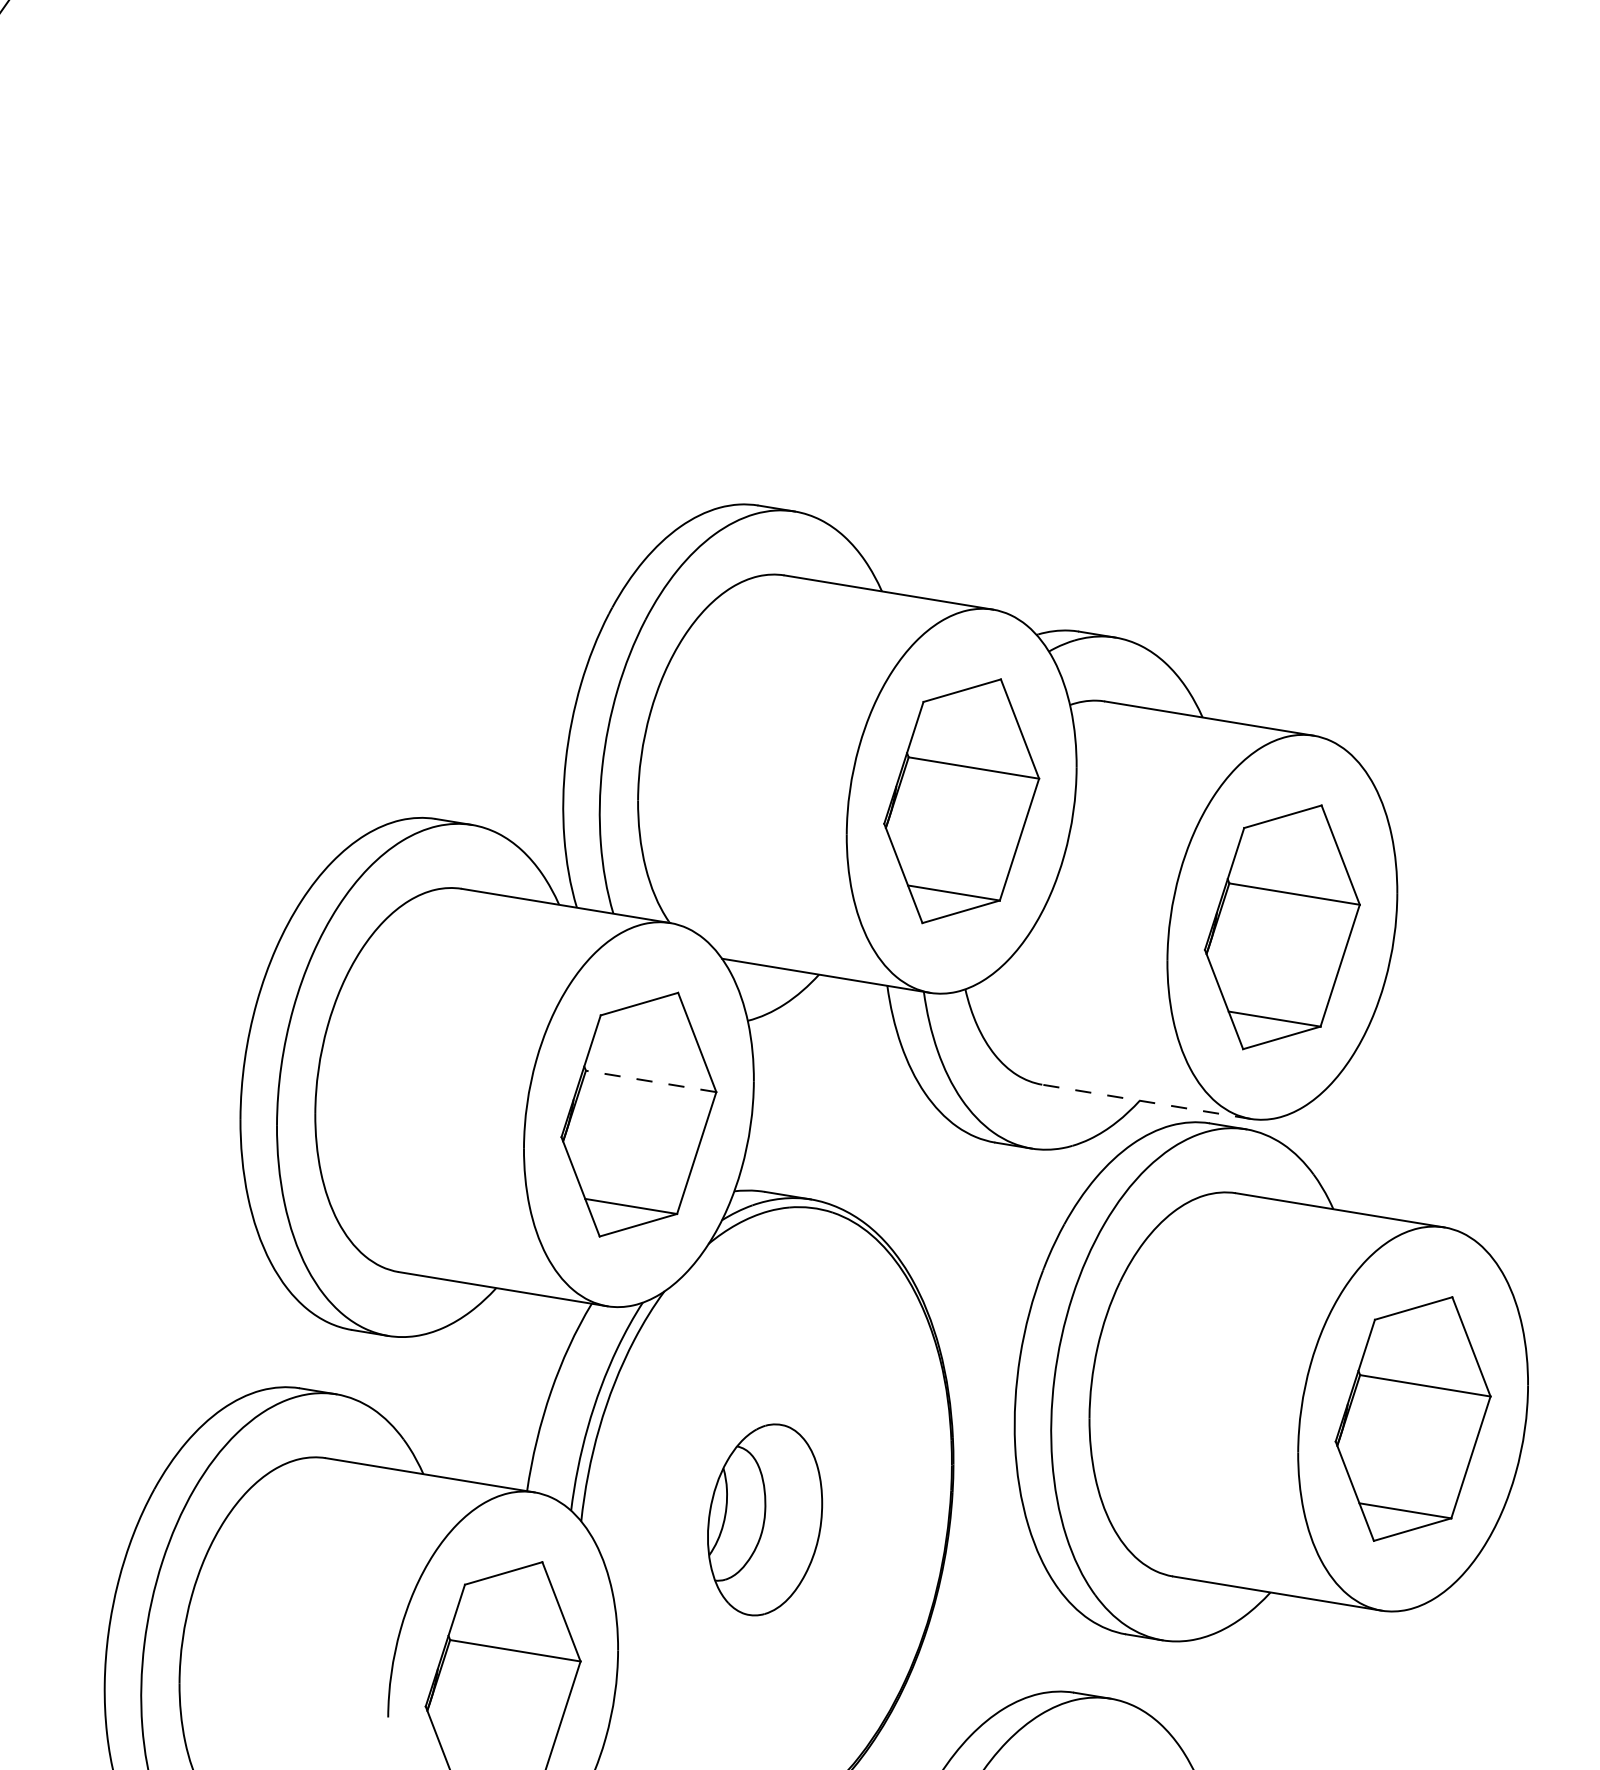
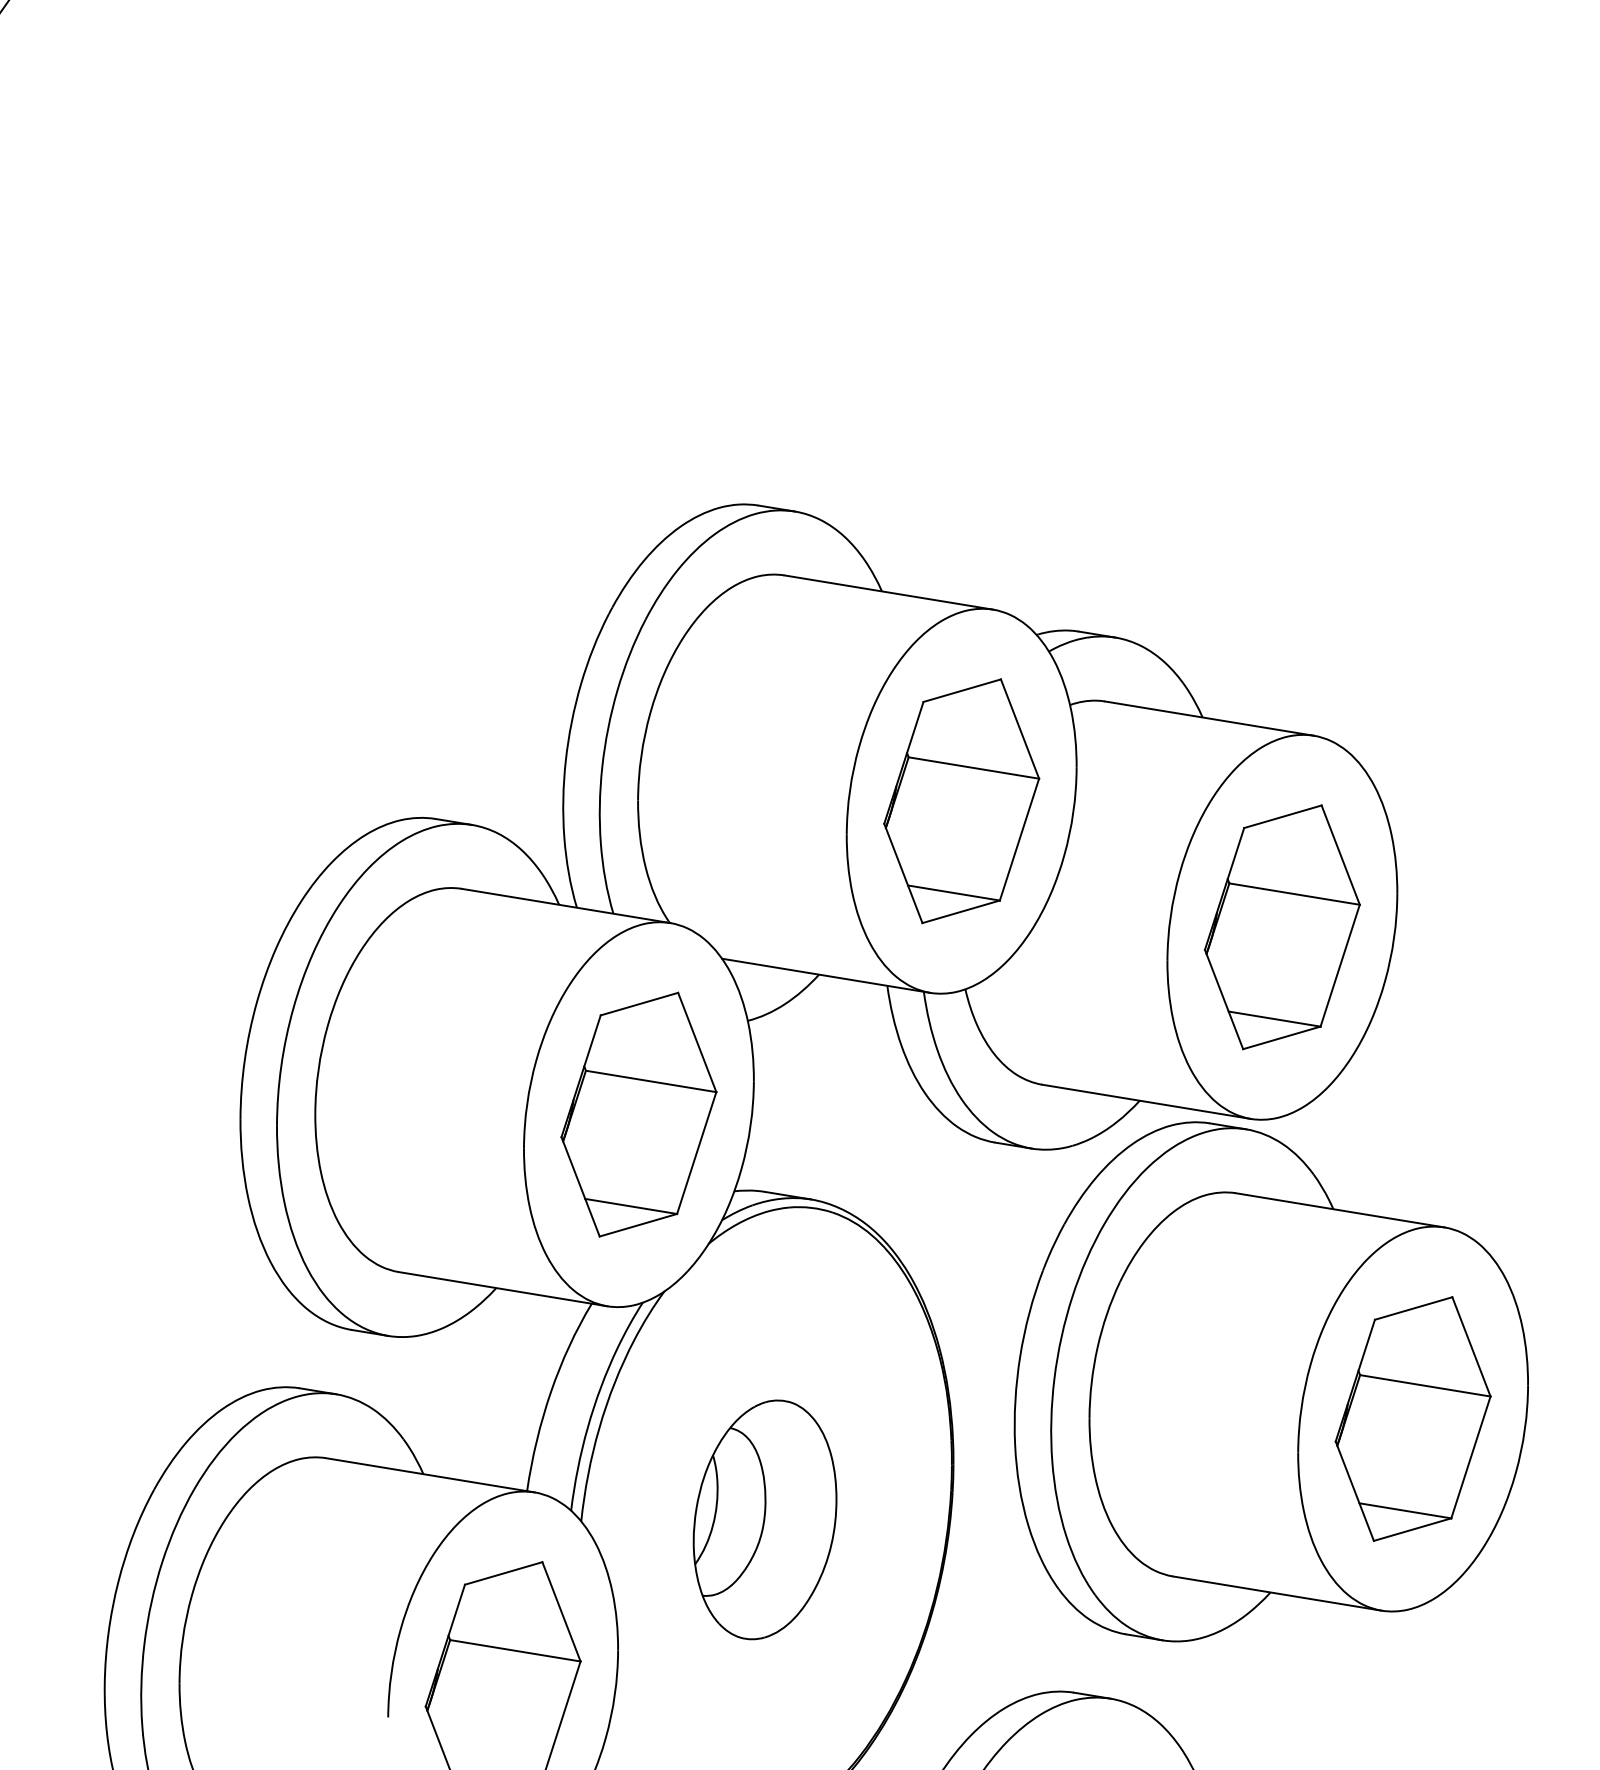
line at (650, 1081): dashed -> solid
line at (1146, 1101): dashed -> solid
part at (765, 1519) size: 117x194 px -> 146x242 px
